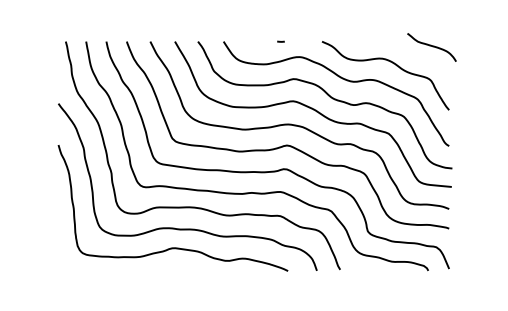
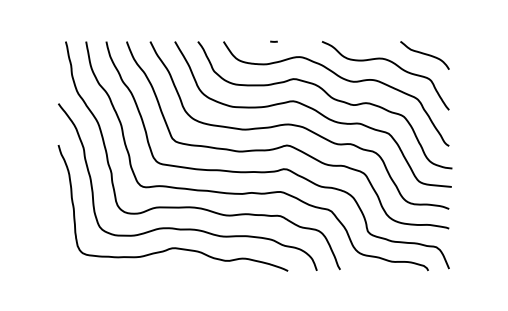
curve at (280, 41) position: (280, 41) -> (273, 41)
curve at (431, 46) position: (431, 46) -> (424, 54)
